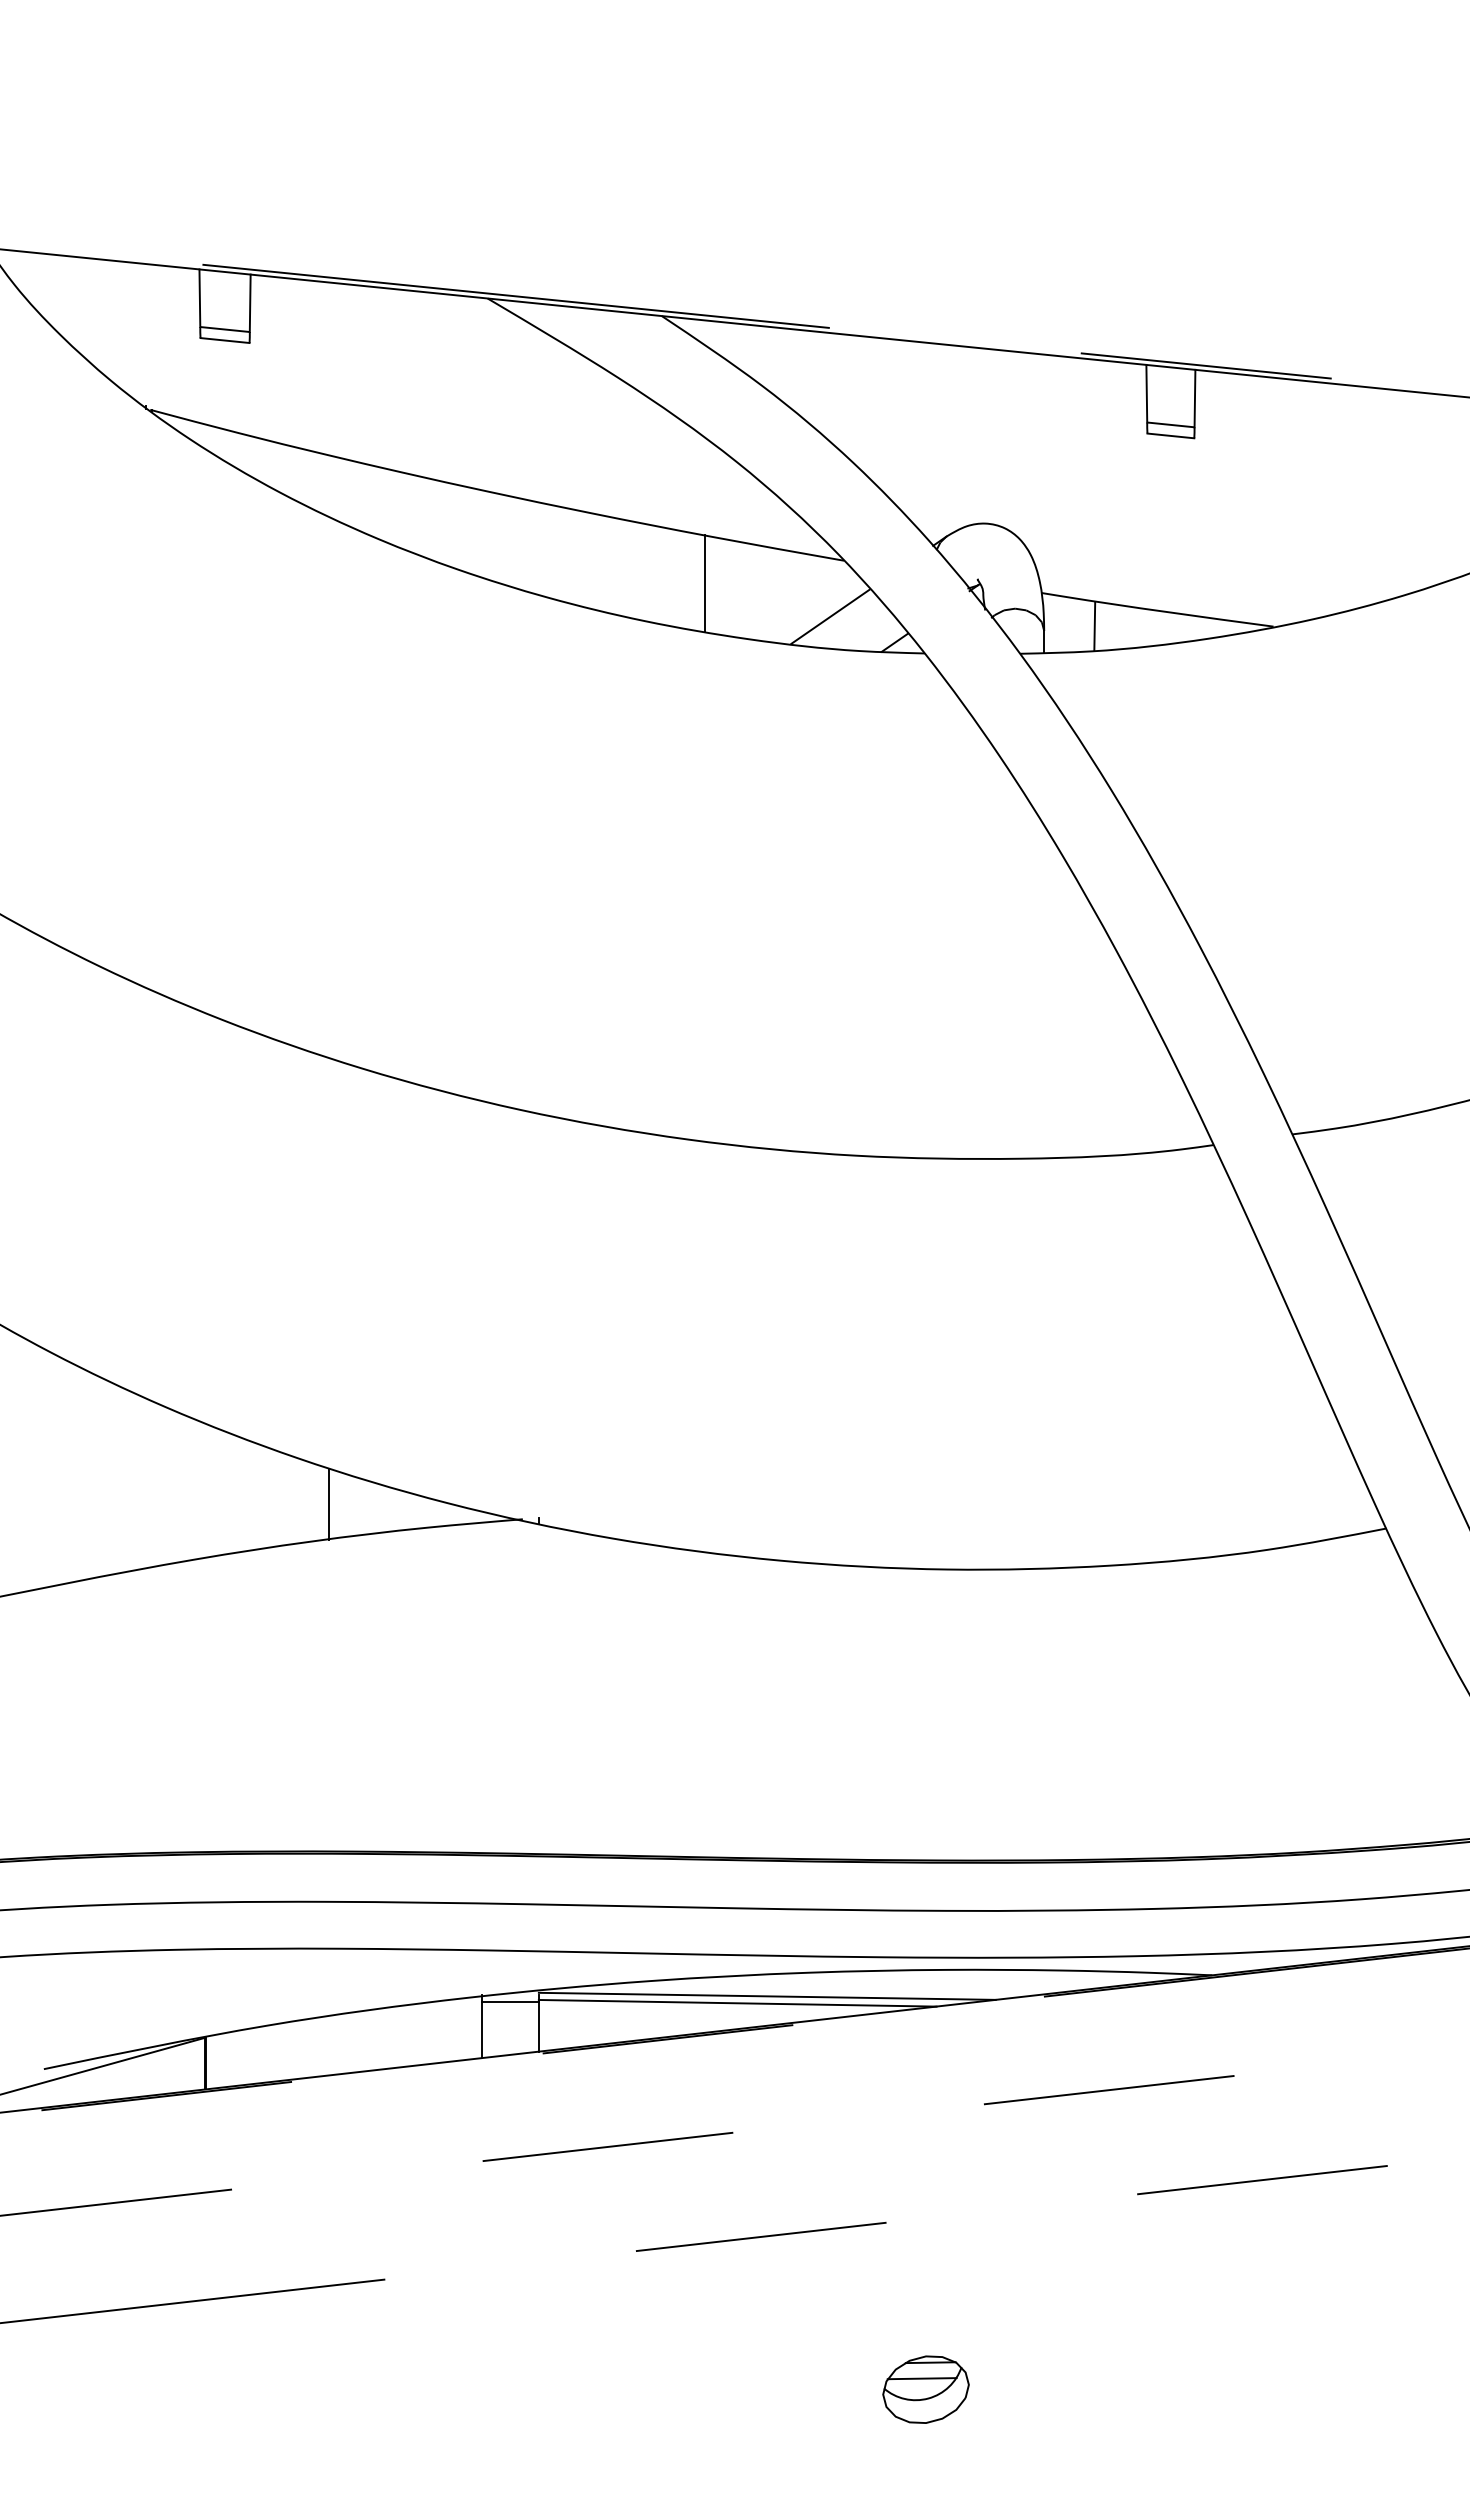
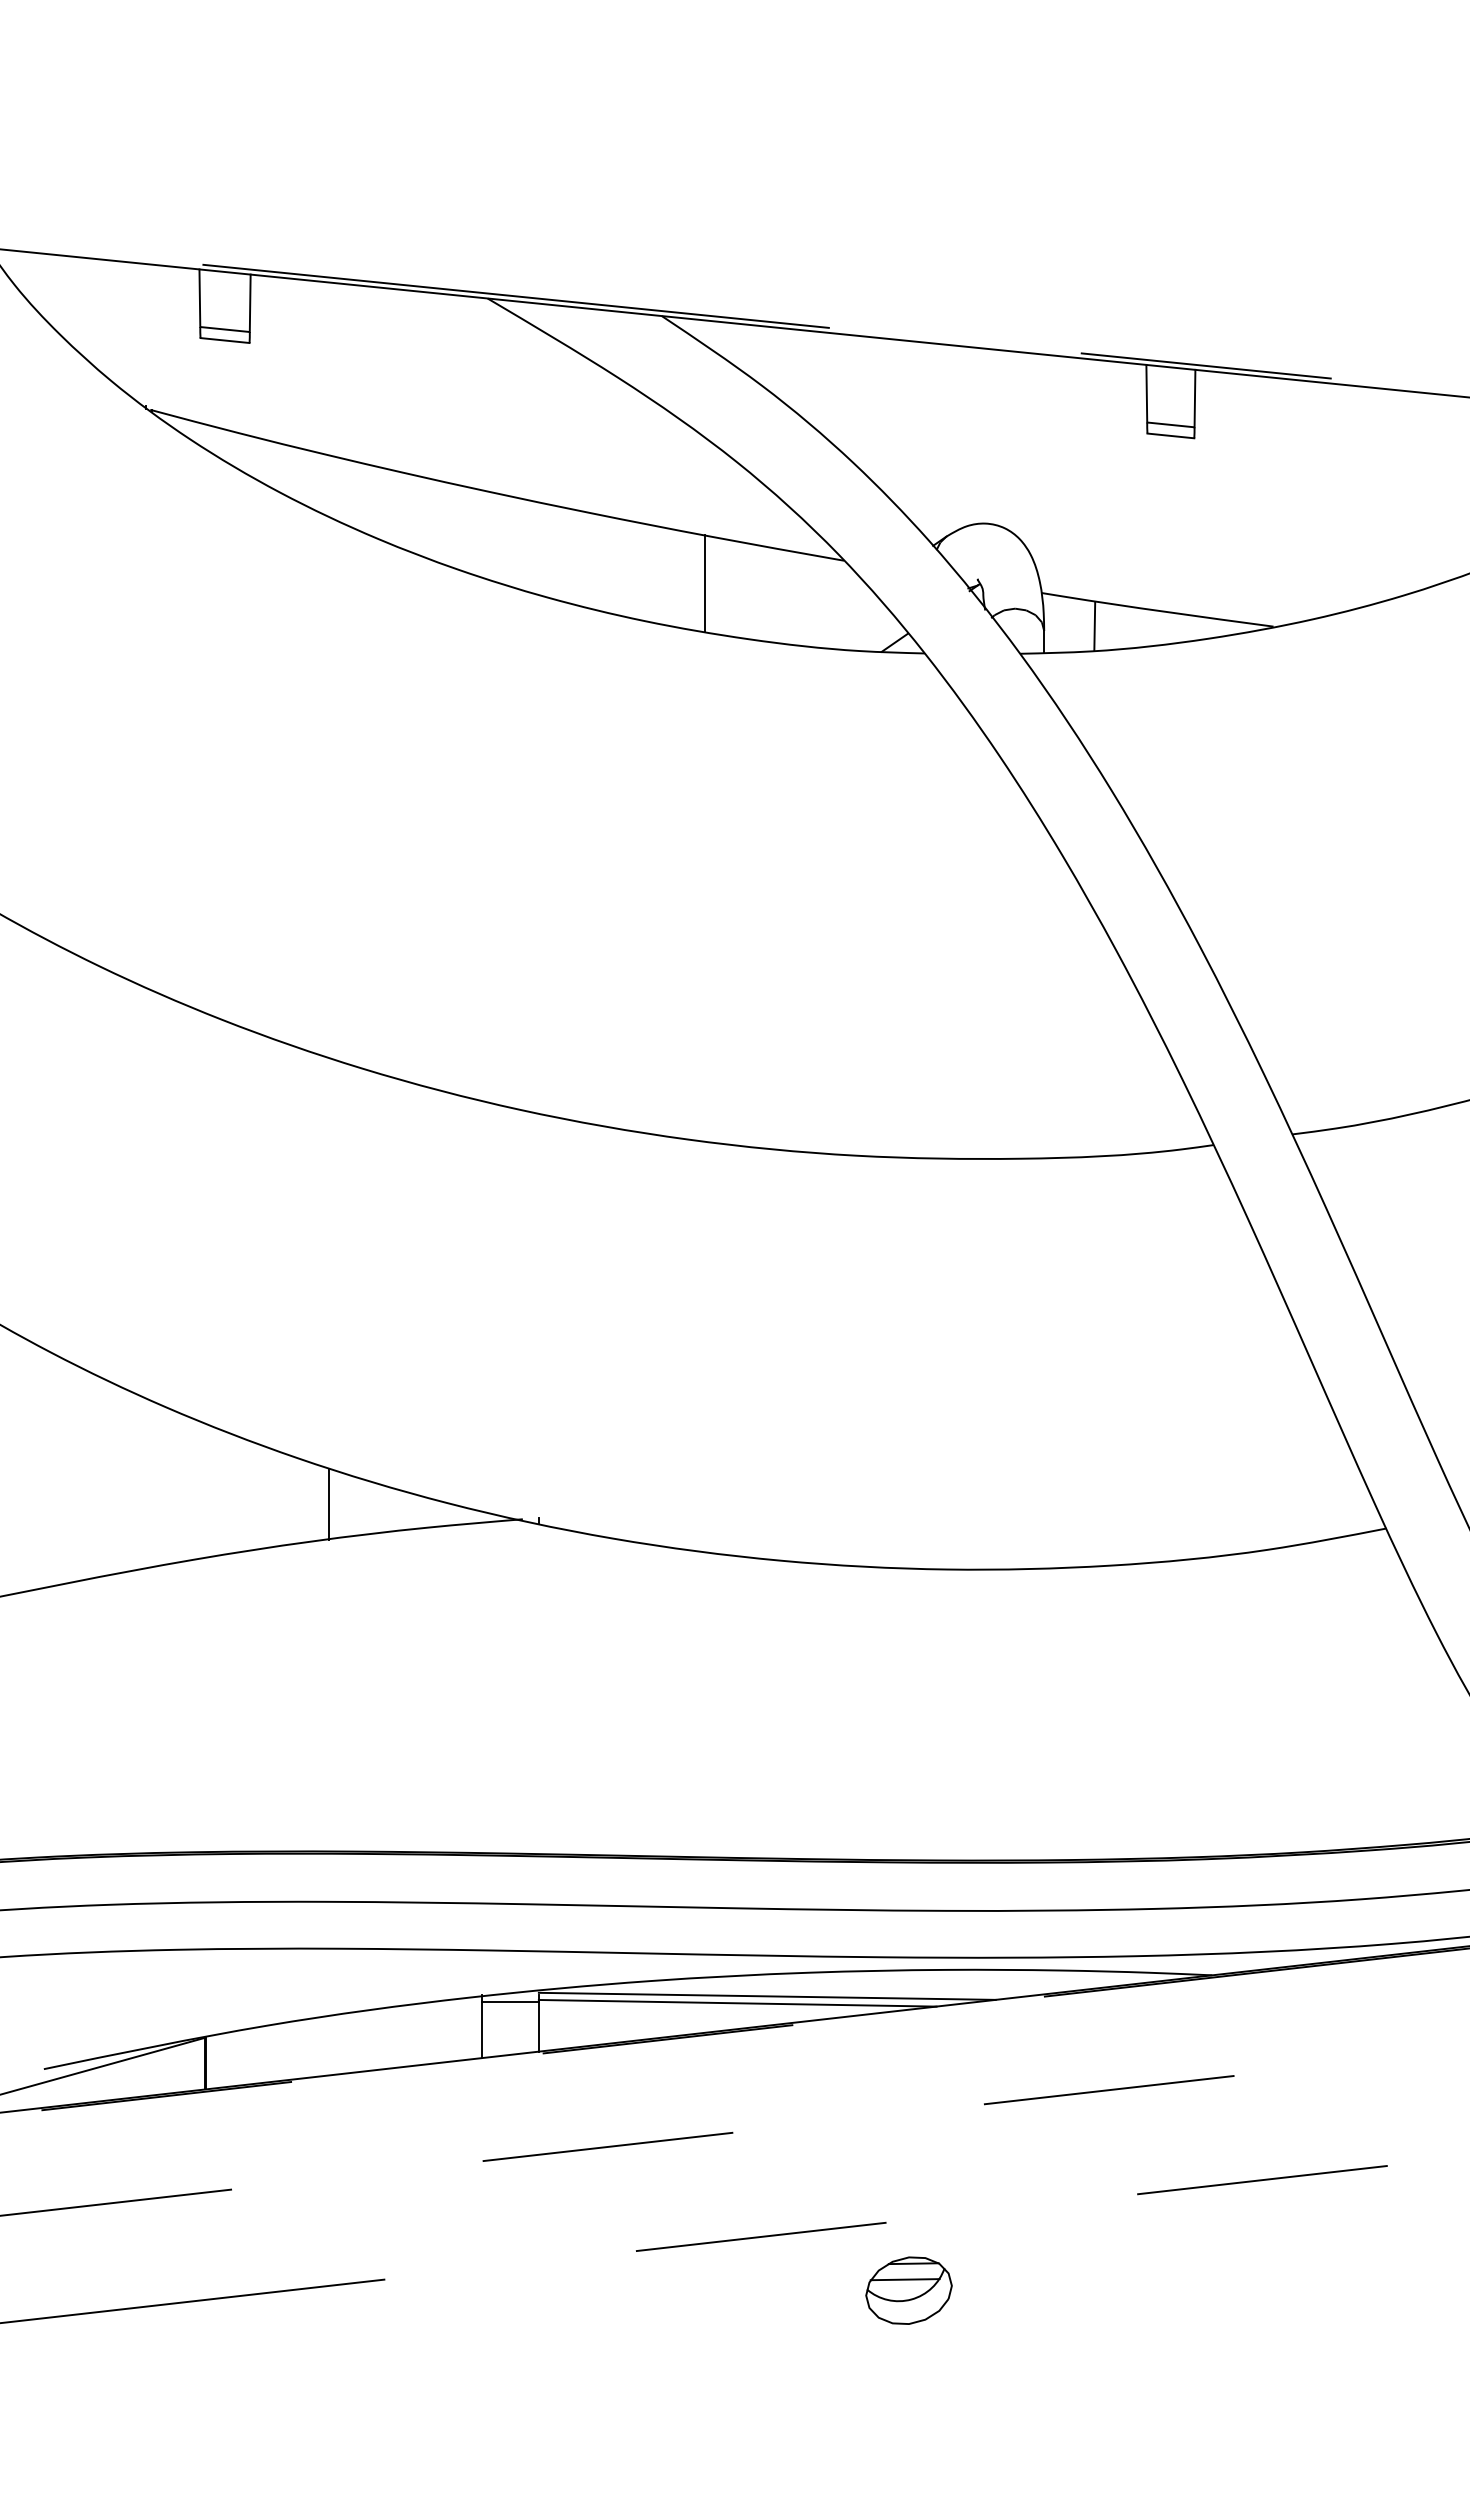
line at (830, 616): present -> none
part at (925, 2389) position: (925, 2389) -> (908, 2290)
